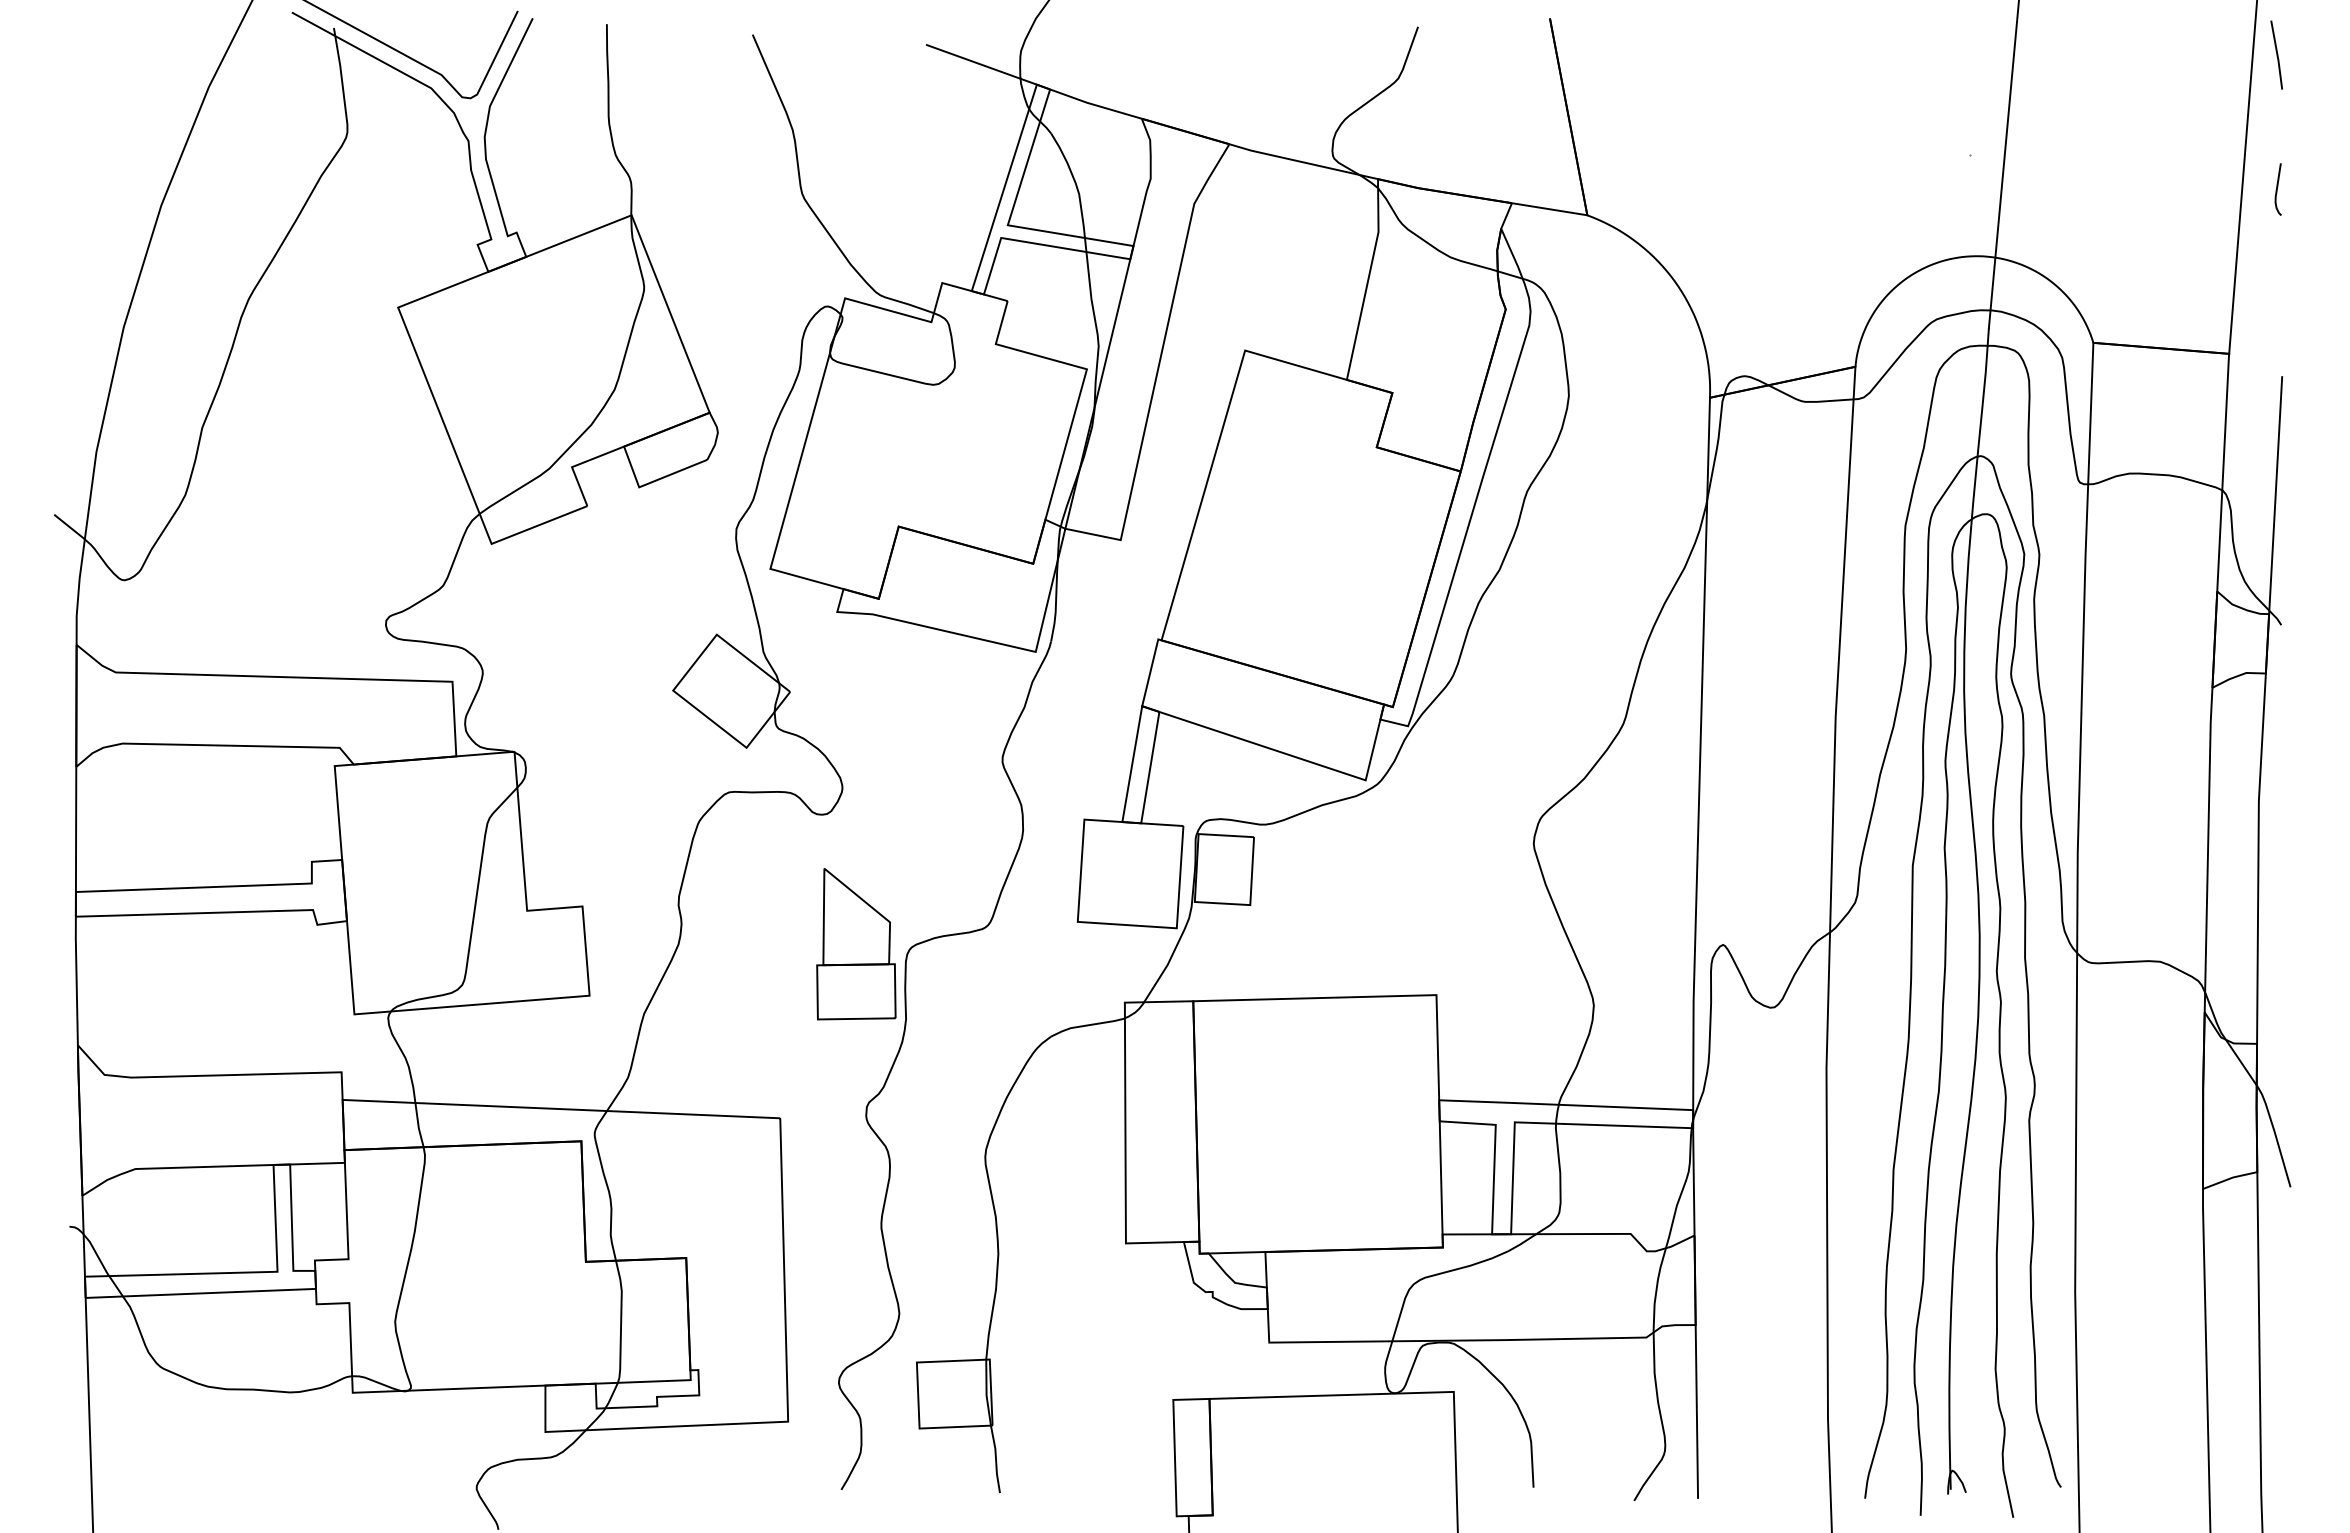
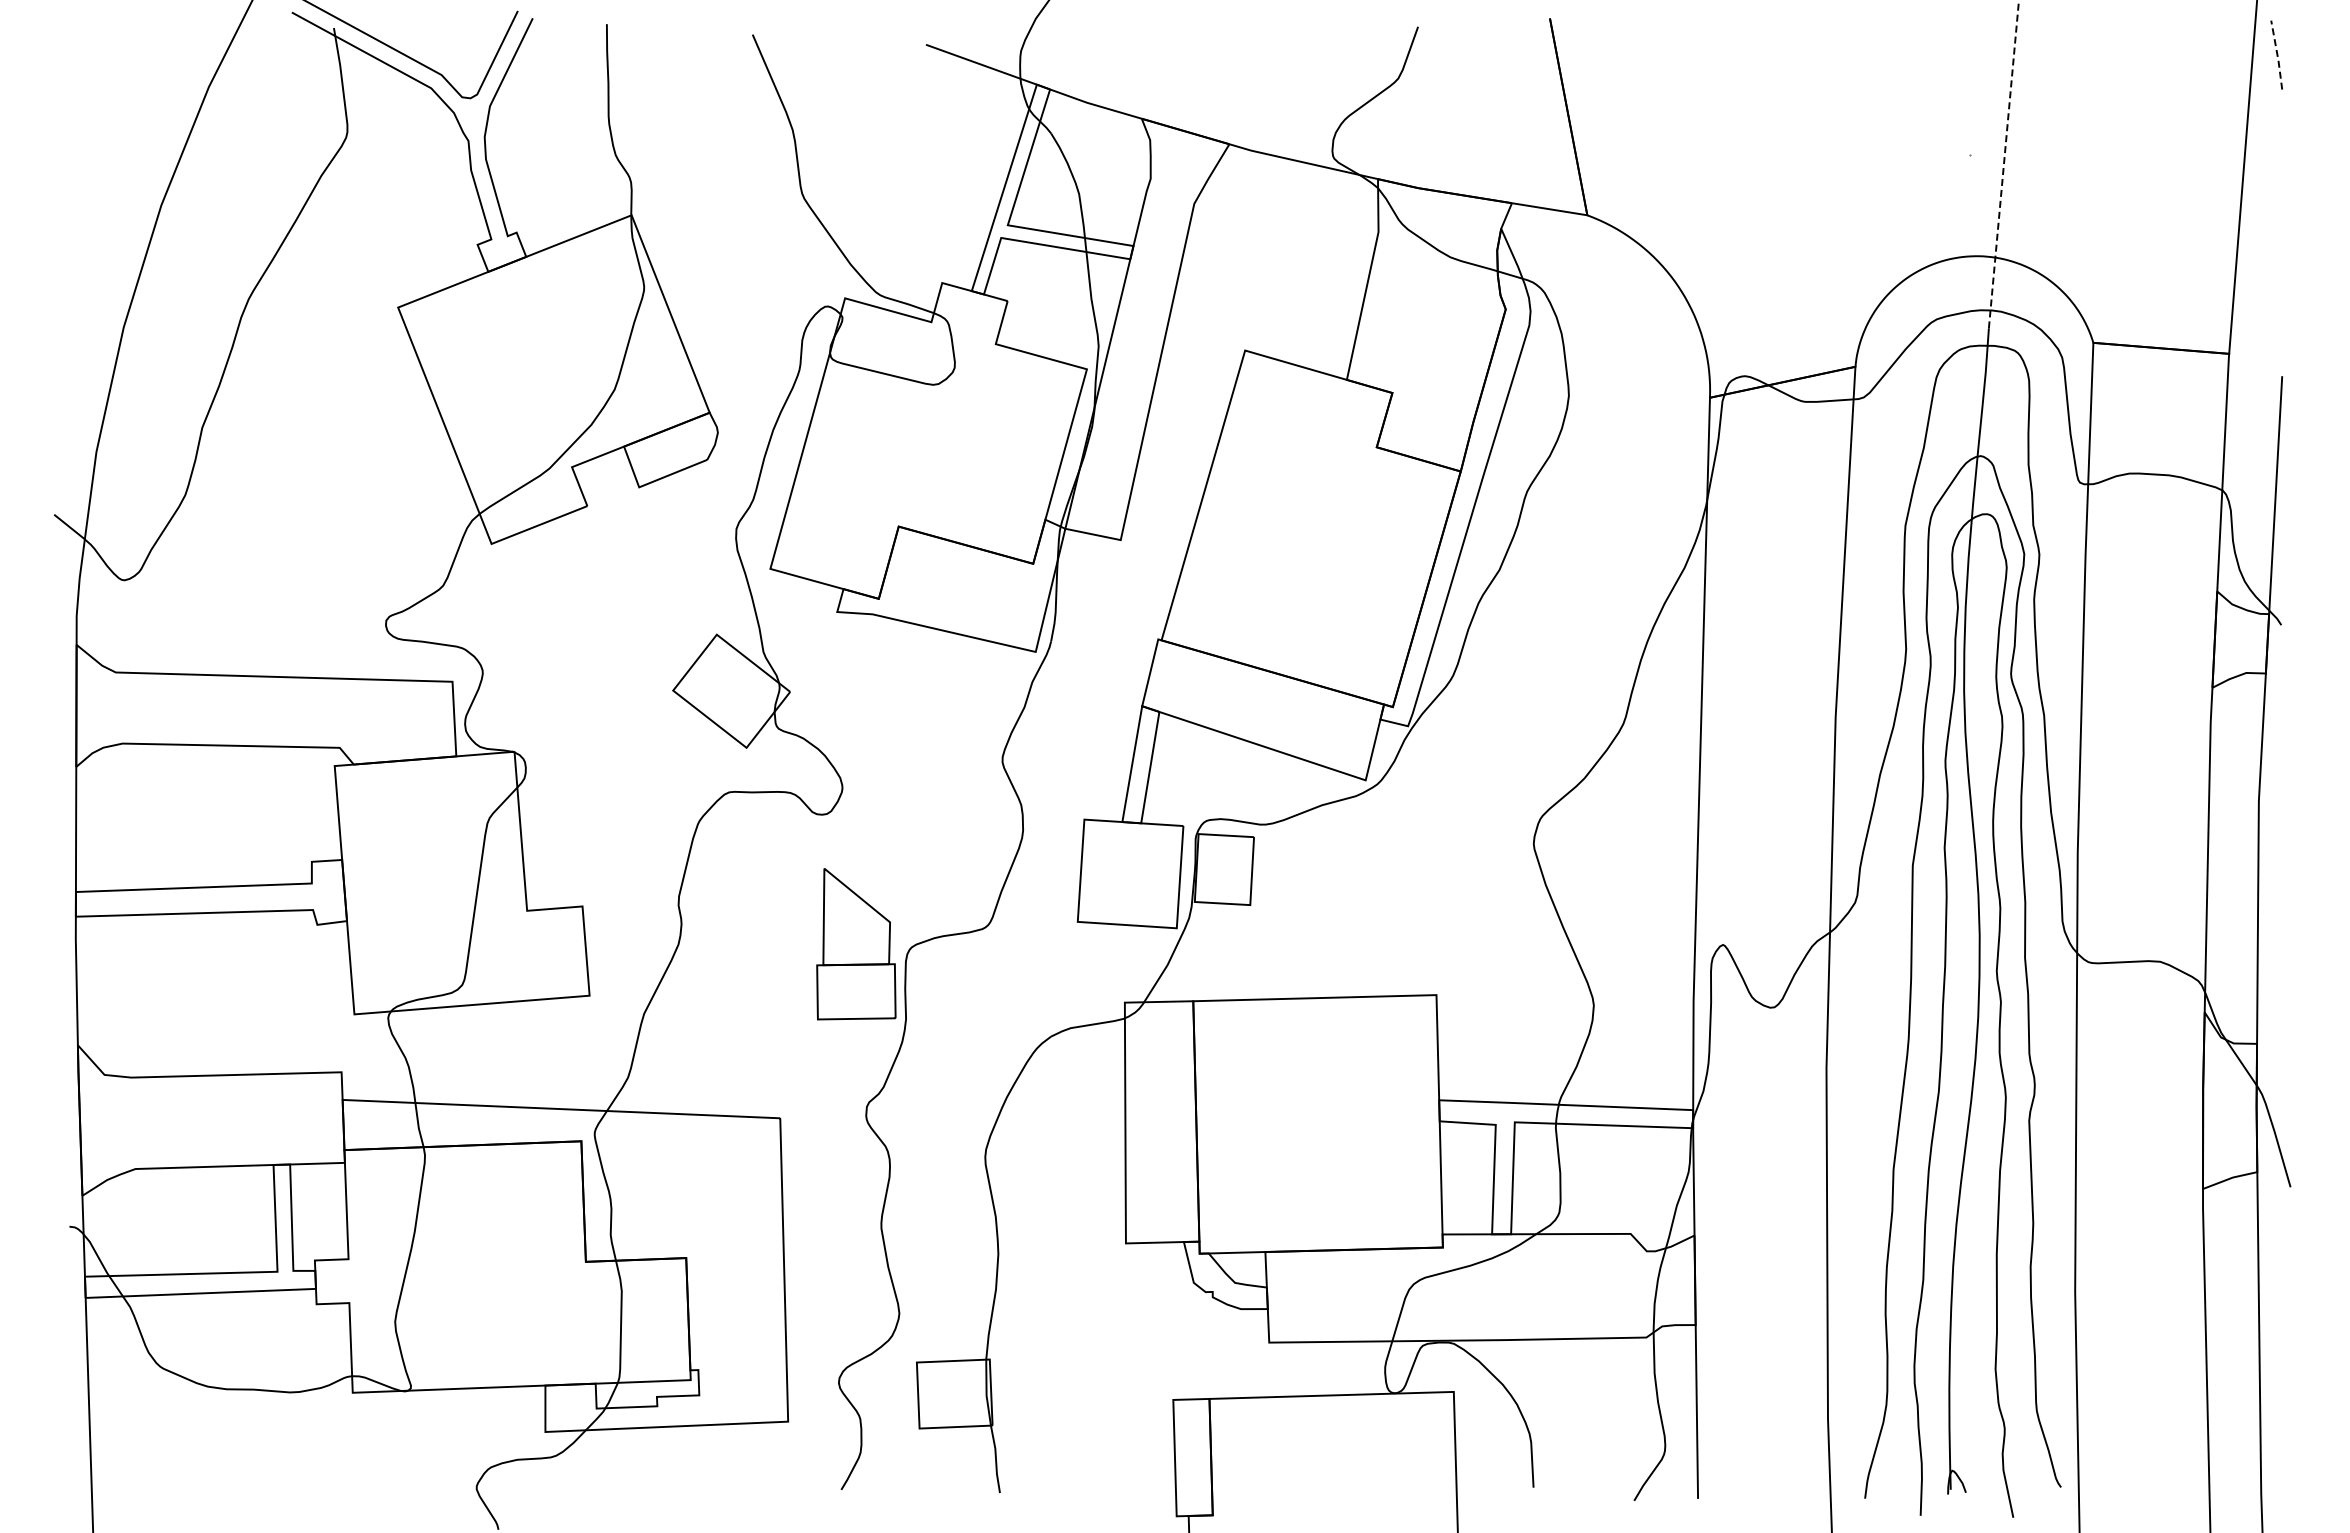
line at (2277, 54): solid -> dashed
line at (2003, 164): solid -> dashed
curve at (2277, 189): present -> none
